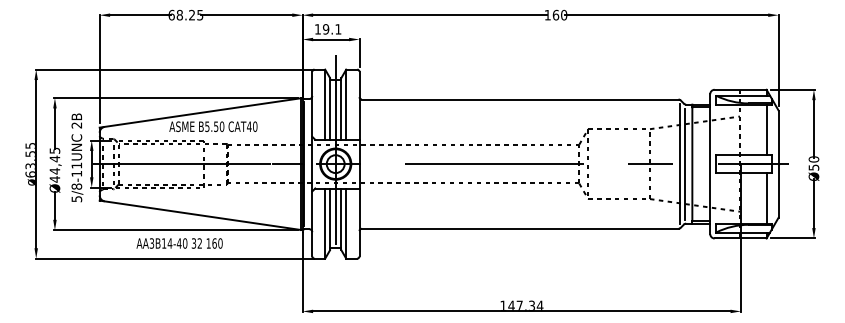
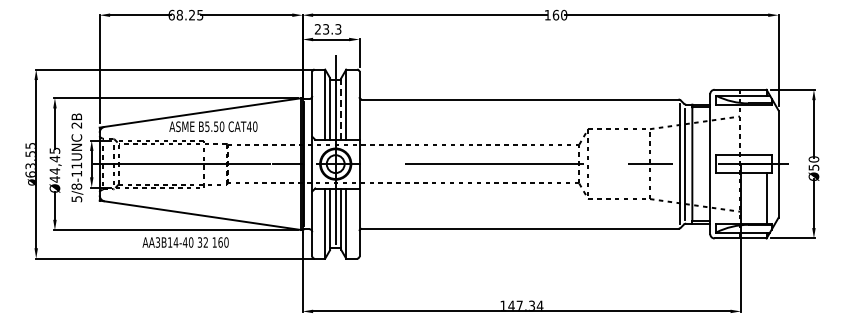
text at (327, 29): 19.1 -> 23.3
line at (341, 108): solid -> dashed
line at (766, 129): present -> none
text at (179, 243) position: (179, 243) -> (185, 242)
